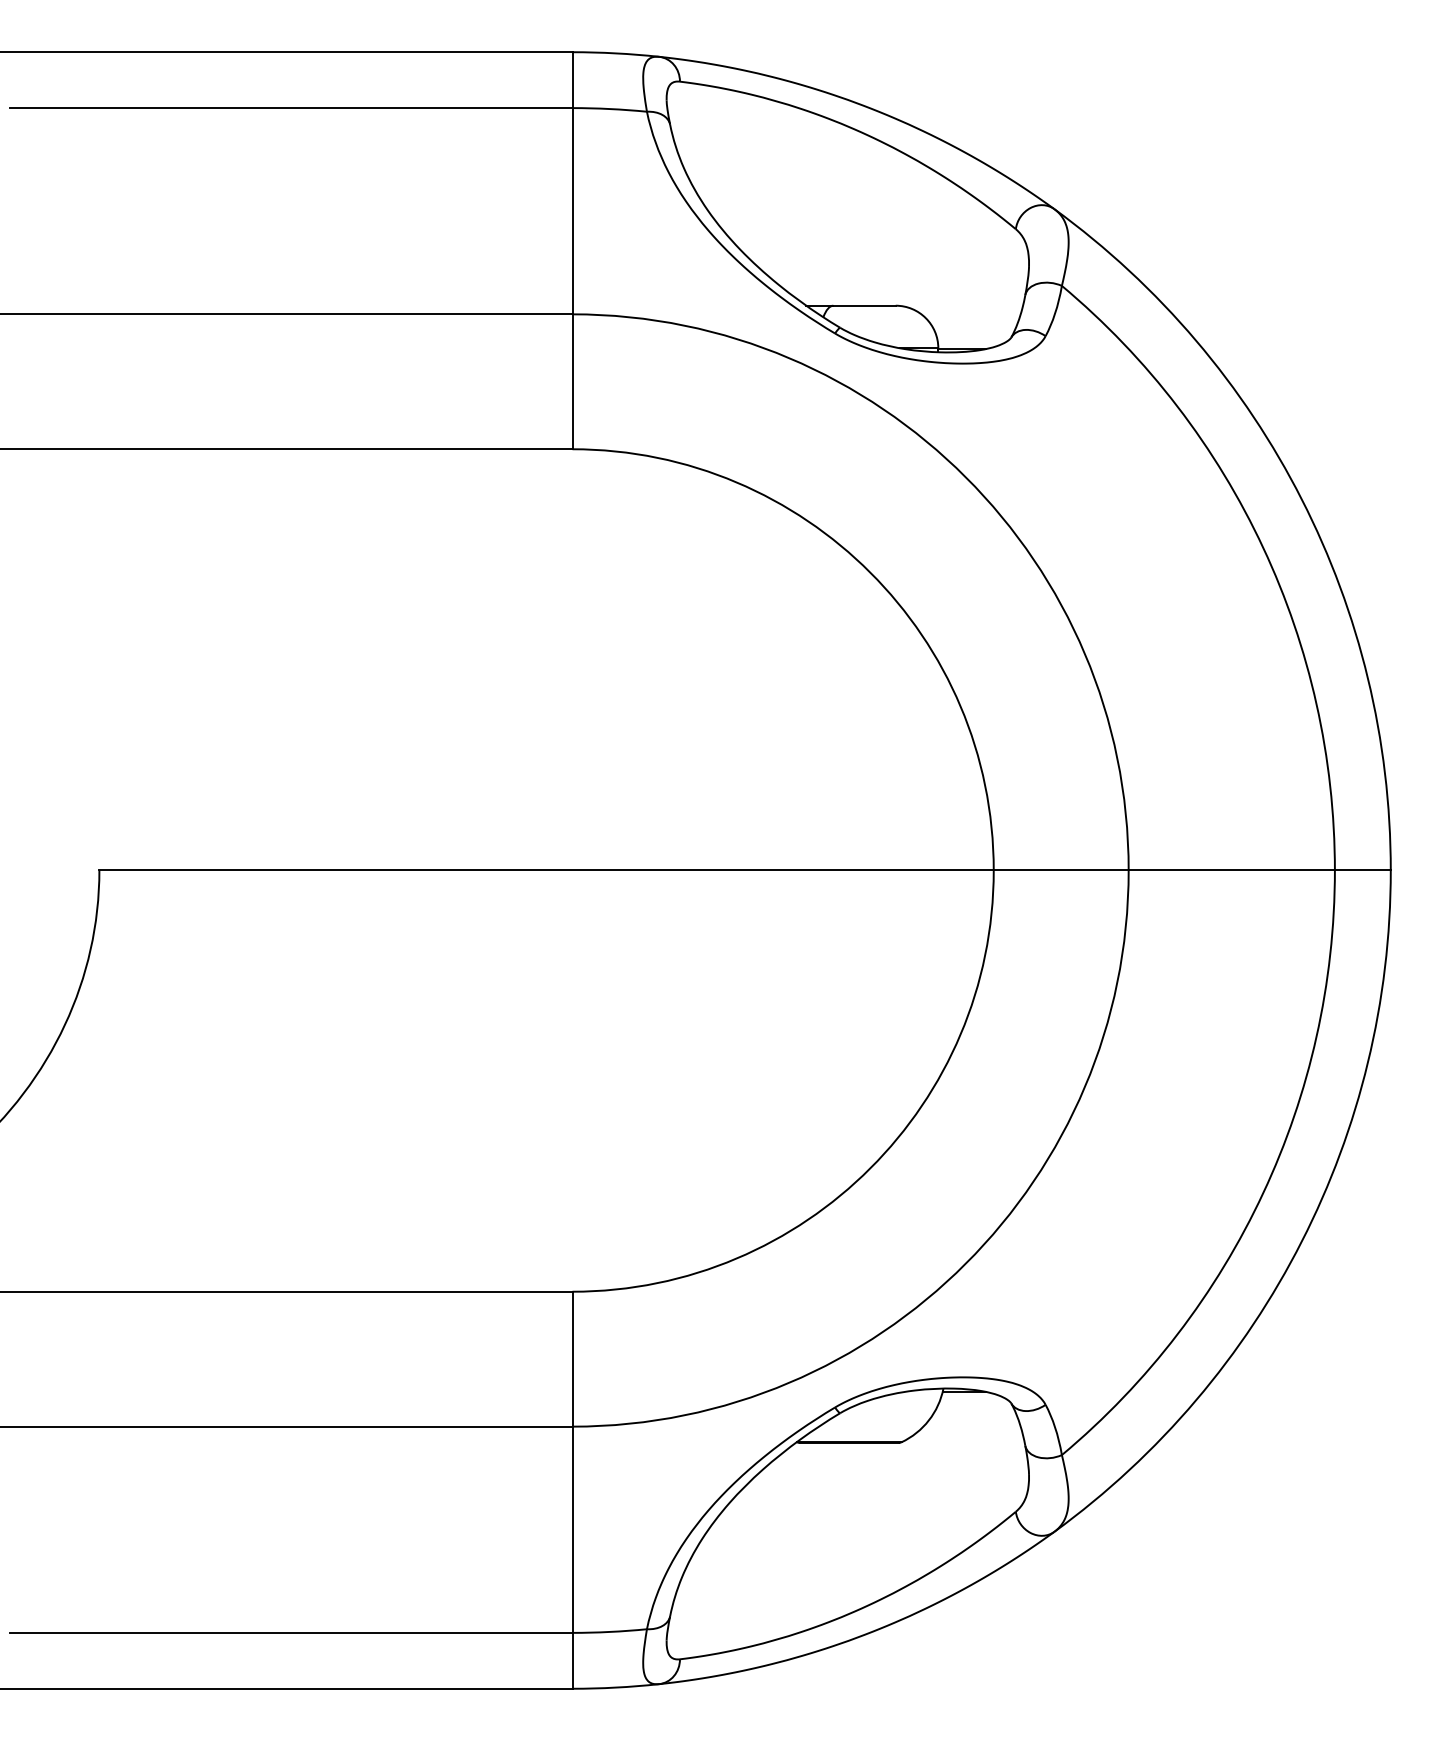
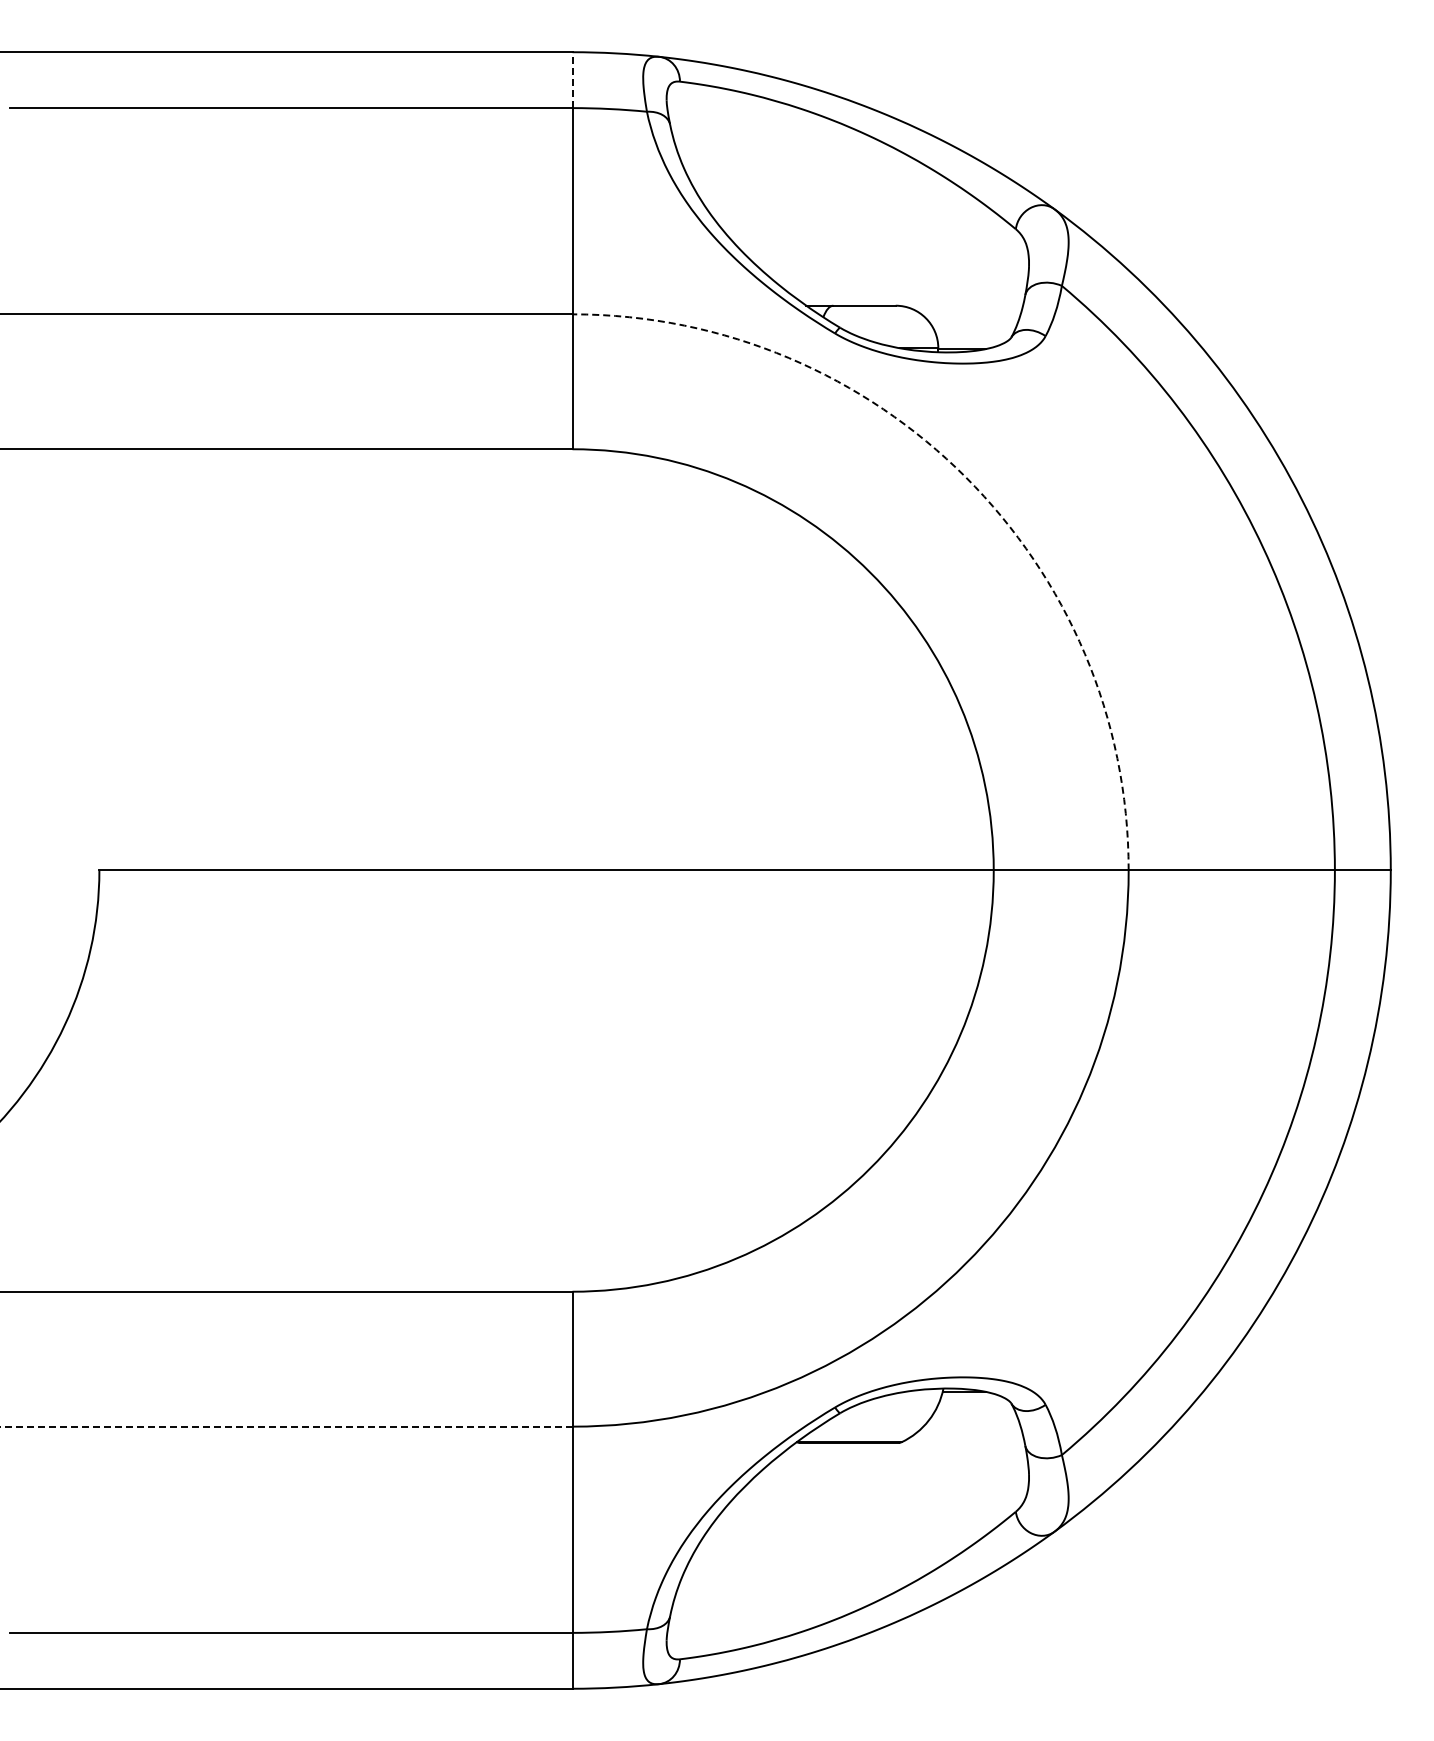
line at (572, 80): solid -> dashed
arc at (965, 477): solid -> dashed
line at (286, 1426): solid -> dashed
